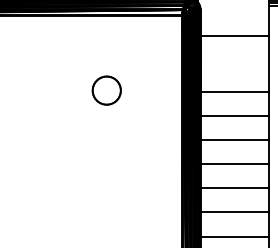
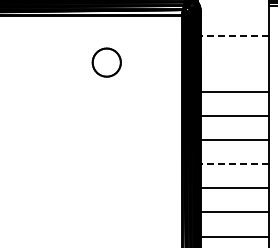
line at (234, 36): solid -> dashed
part at (106, 90) position: (106, 90) -> (106, 62)
line at (234, 164): solid -> dashed
